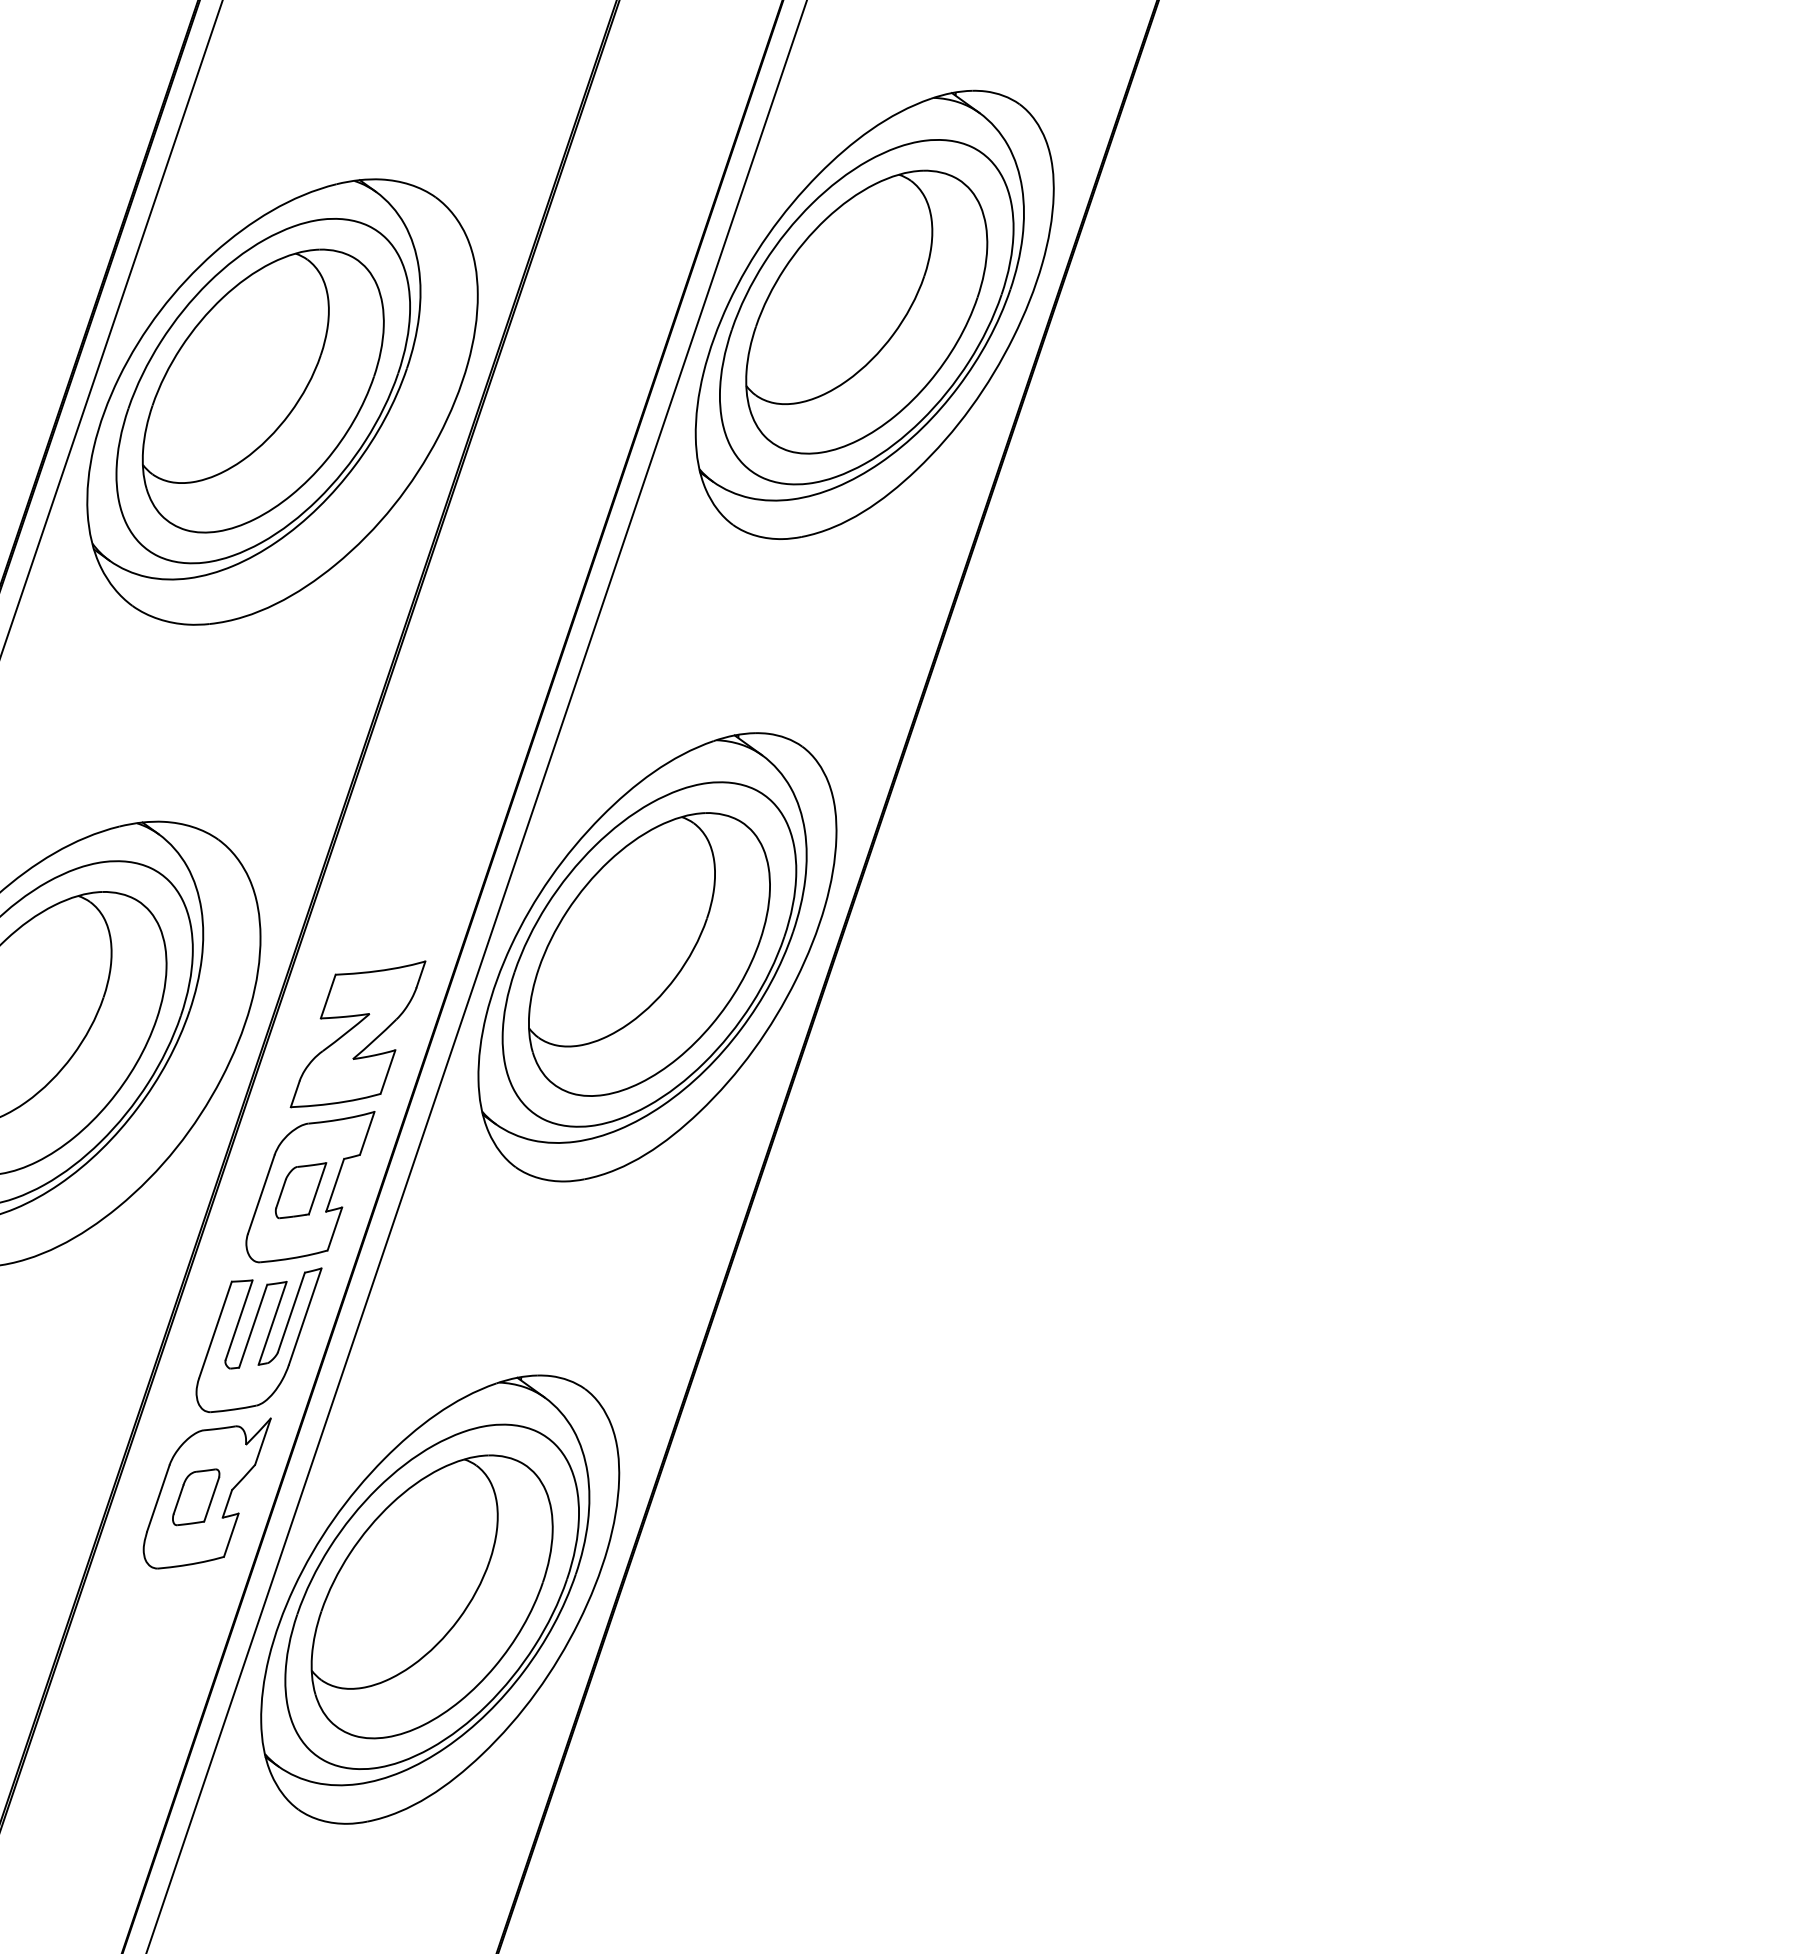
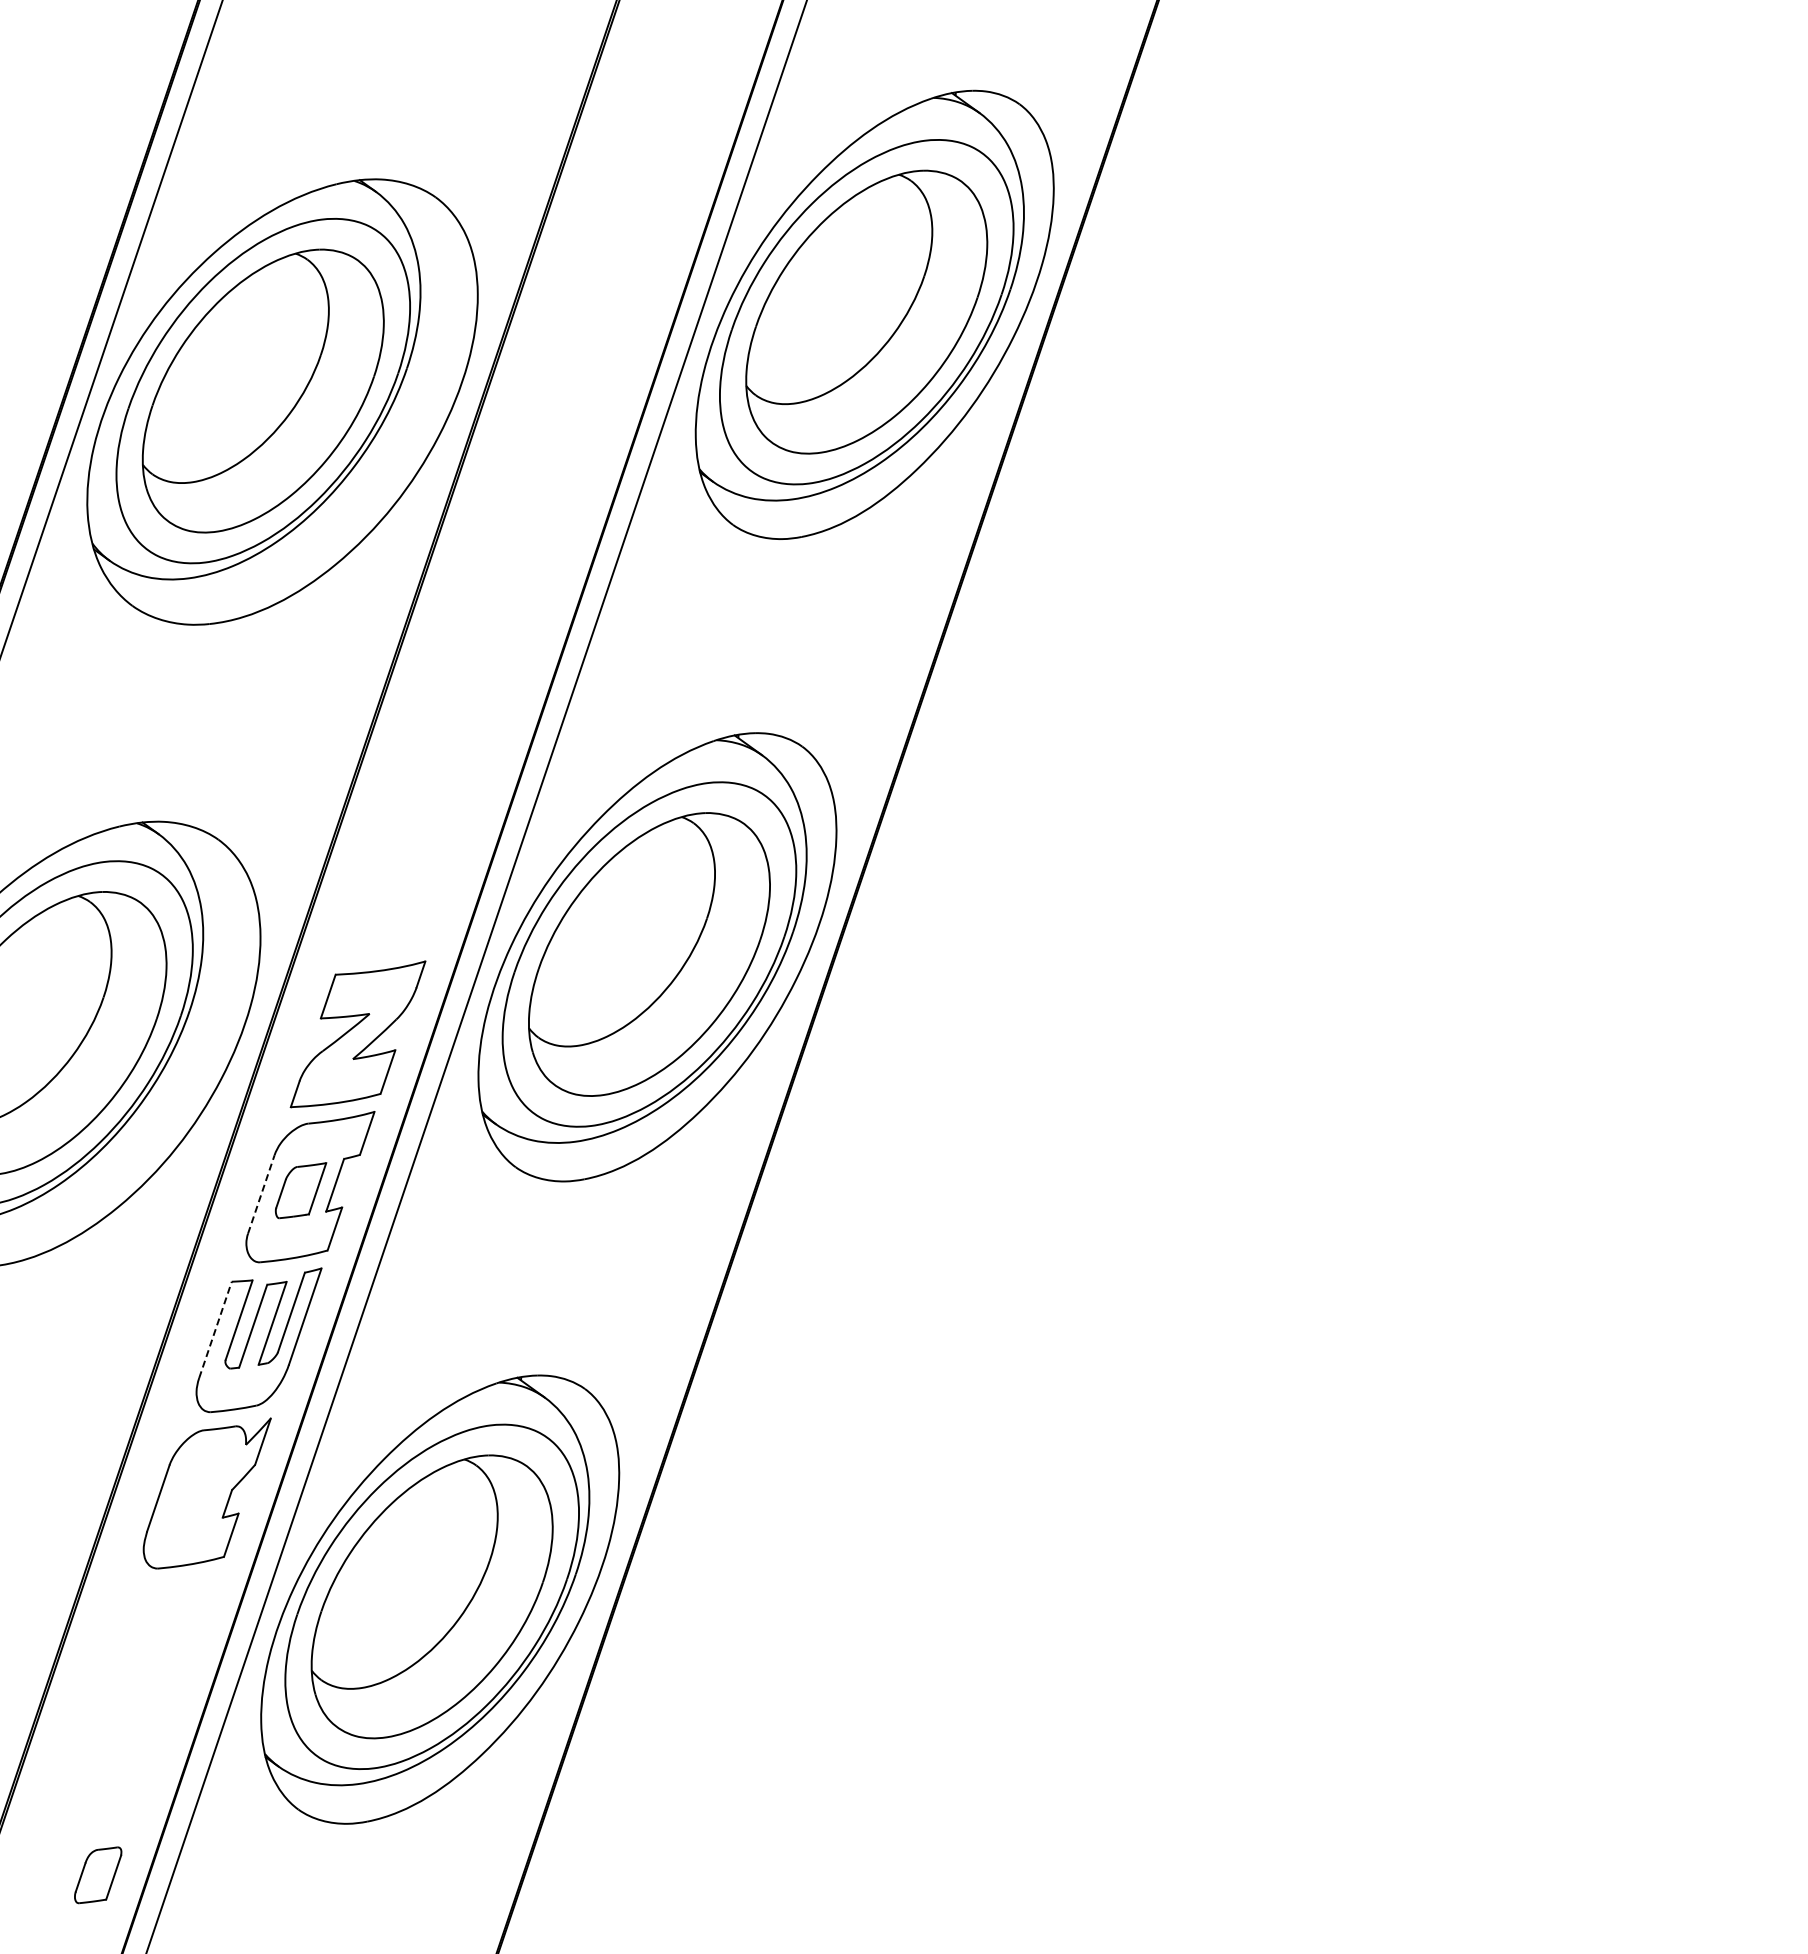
line at (261, 1194): solid -> dashed
line at (215, 1329): solid -> dashed
part at (196, 1497) position: (196, 1497) -> (98, 1875)
